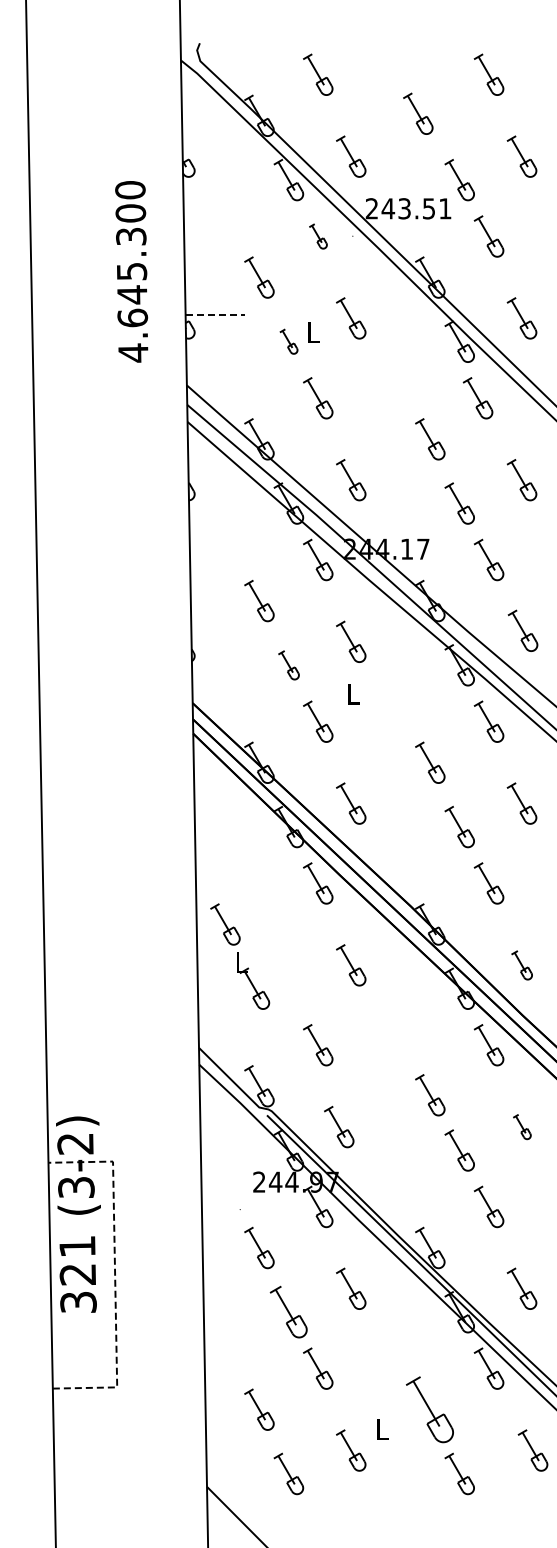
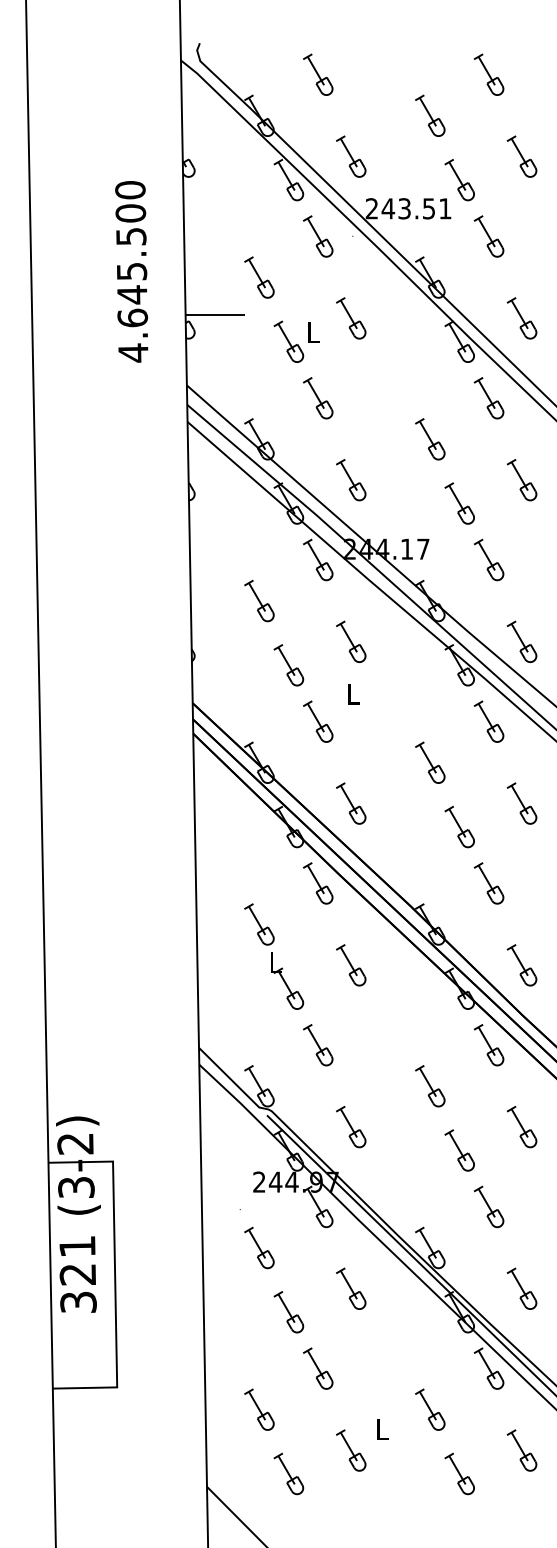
part at (418, 113) position: (418, 113) -> (430, 115)
text at (130, 236): 4.645.300 -> 4.645.500
part at (318, 236) size: 19x27 px -> 31x43 px
line at (215, 314): dashed -> solid
part at (288, 341) size: 20x27 px -> 32x43 px
part at (477, 398) position: (477, 398) -> (488, 398)
part at (522, 630) position: (522, 630) -> (521, 641)
part at (288, 665) size: 22x31 px -> 32x43 px
part at (240, 956) position: (240, 956) -> (274, 956)
part at (521, 965) size: 22x31 px -> 32x43 px
part at (430, 1095) position: (430, 1095) -> (430, 1086)
part at (339, 1126) position: (339, 1126) -> (351, 1126)
part at (522, 1127) size: 19x27 px -> 31x44 px
line at (115, 1274): dashed -> solid
part at (288, 1311) size: 39x54 px -> 32x43 px
part at (429, 1409) size: 48x68 px -> 31x43 px
part at (532, 1450) position: (532, 1450) -> (521, 1450)
